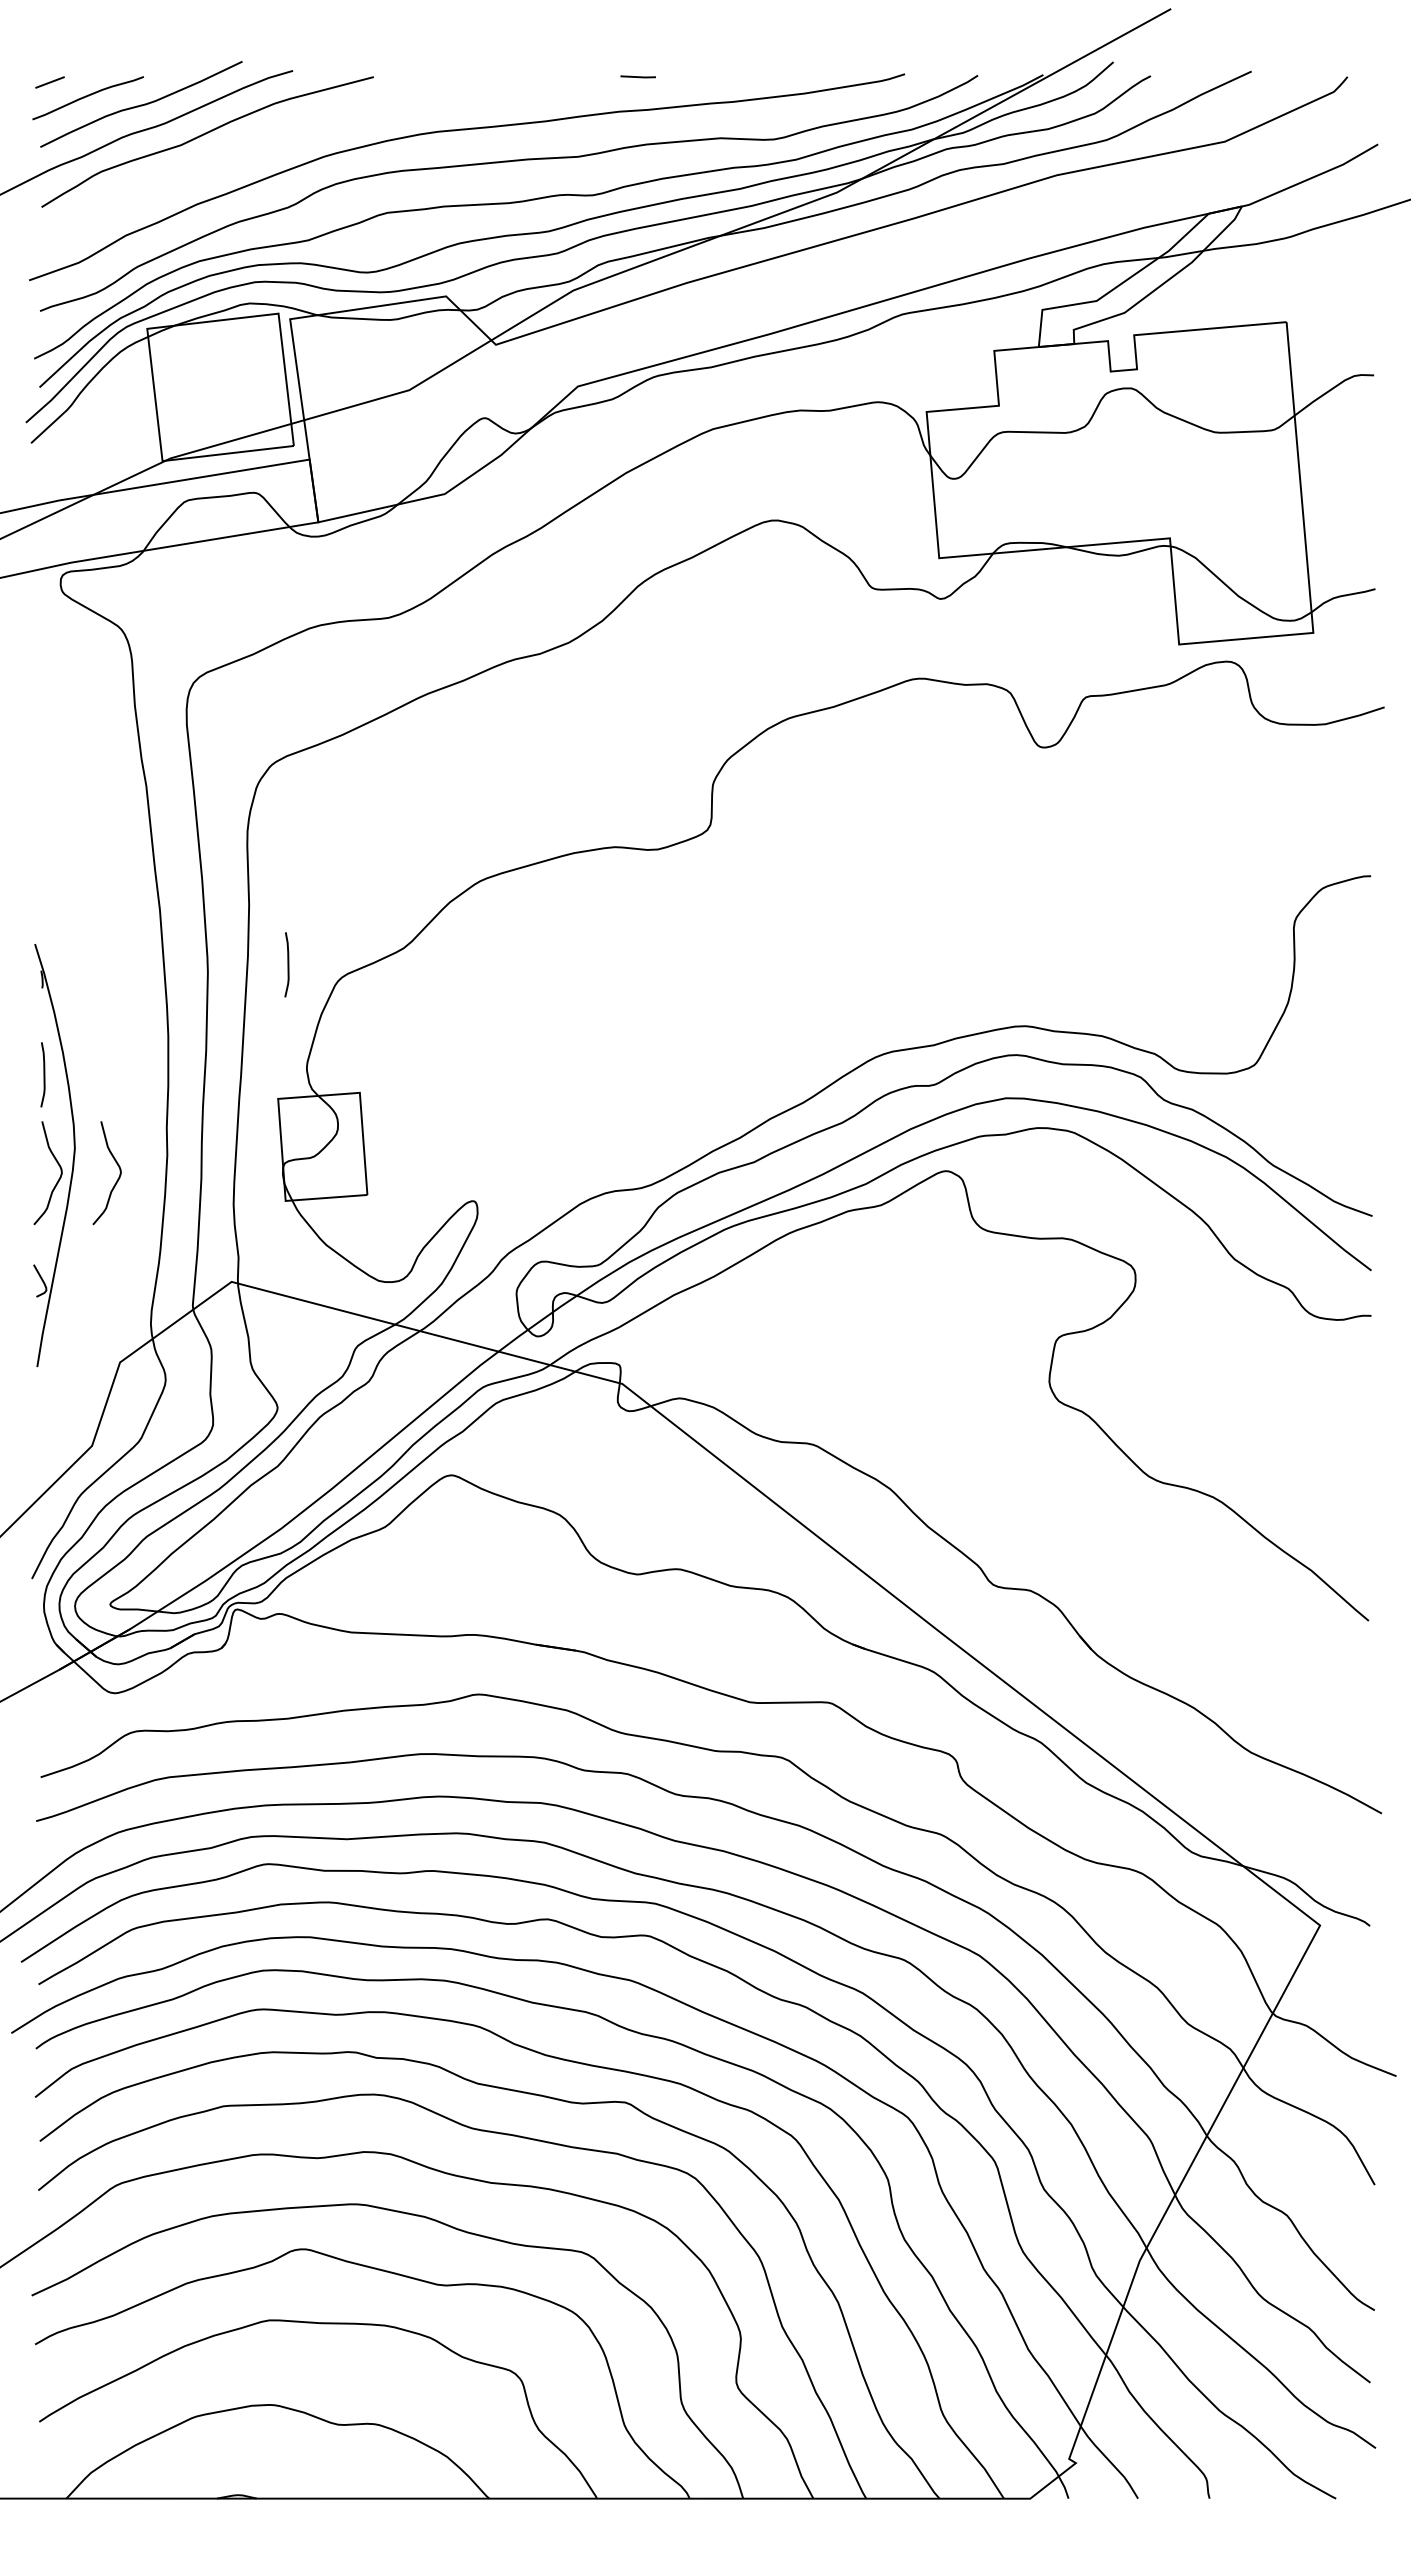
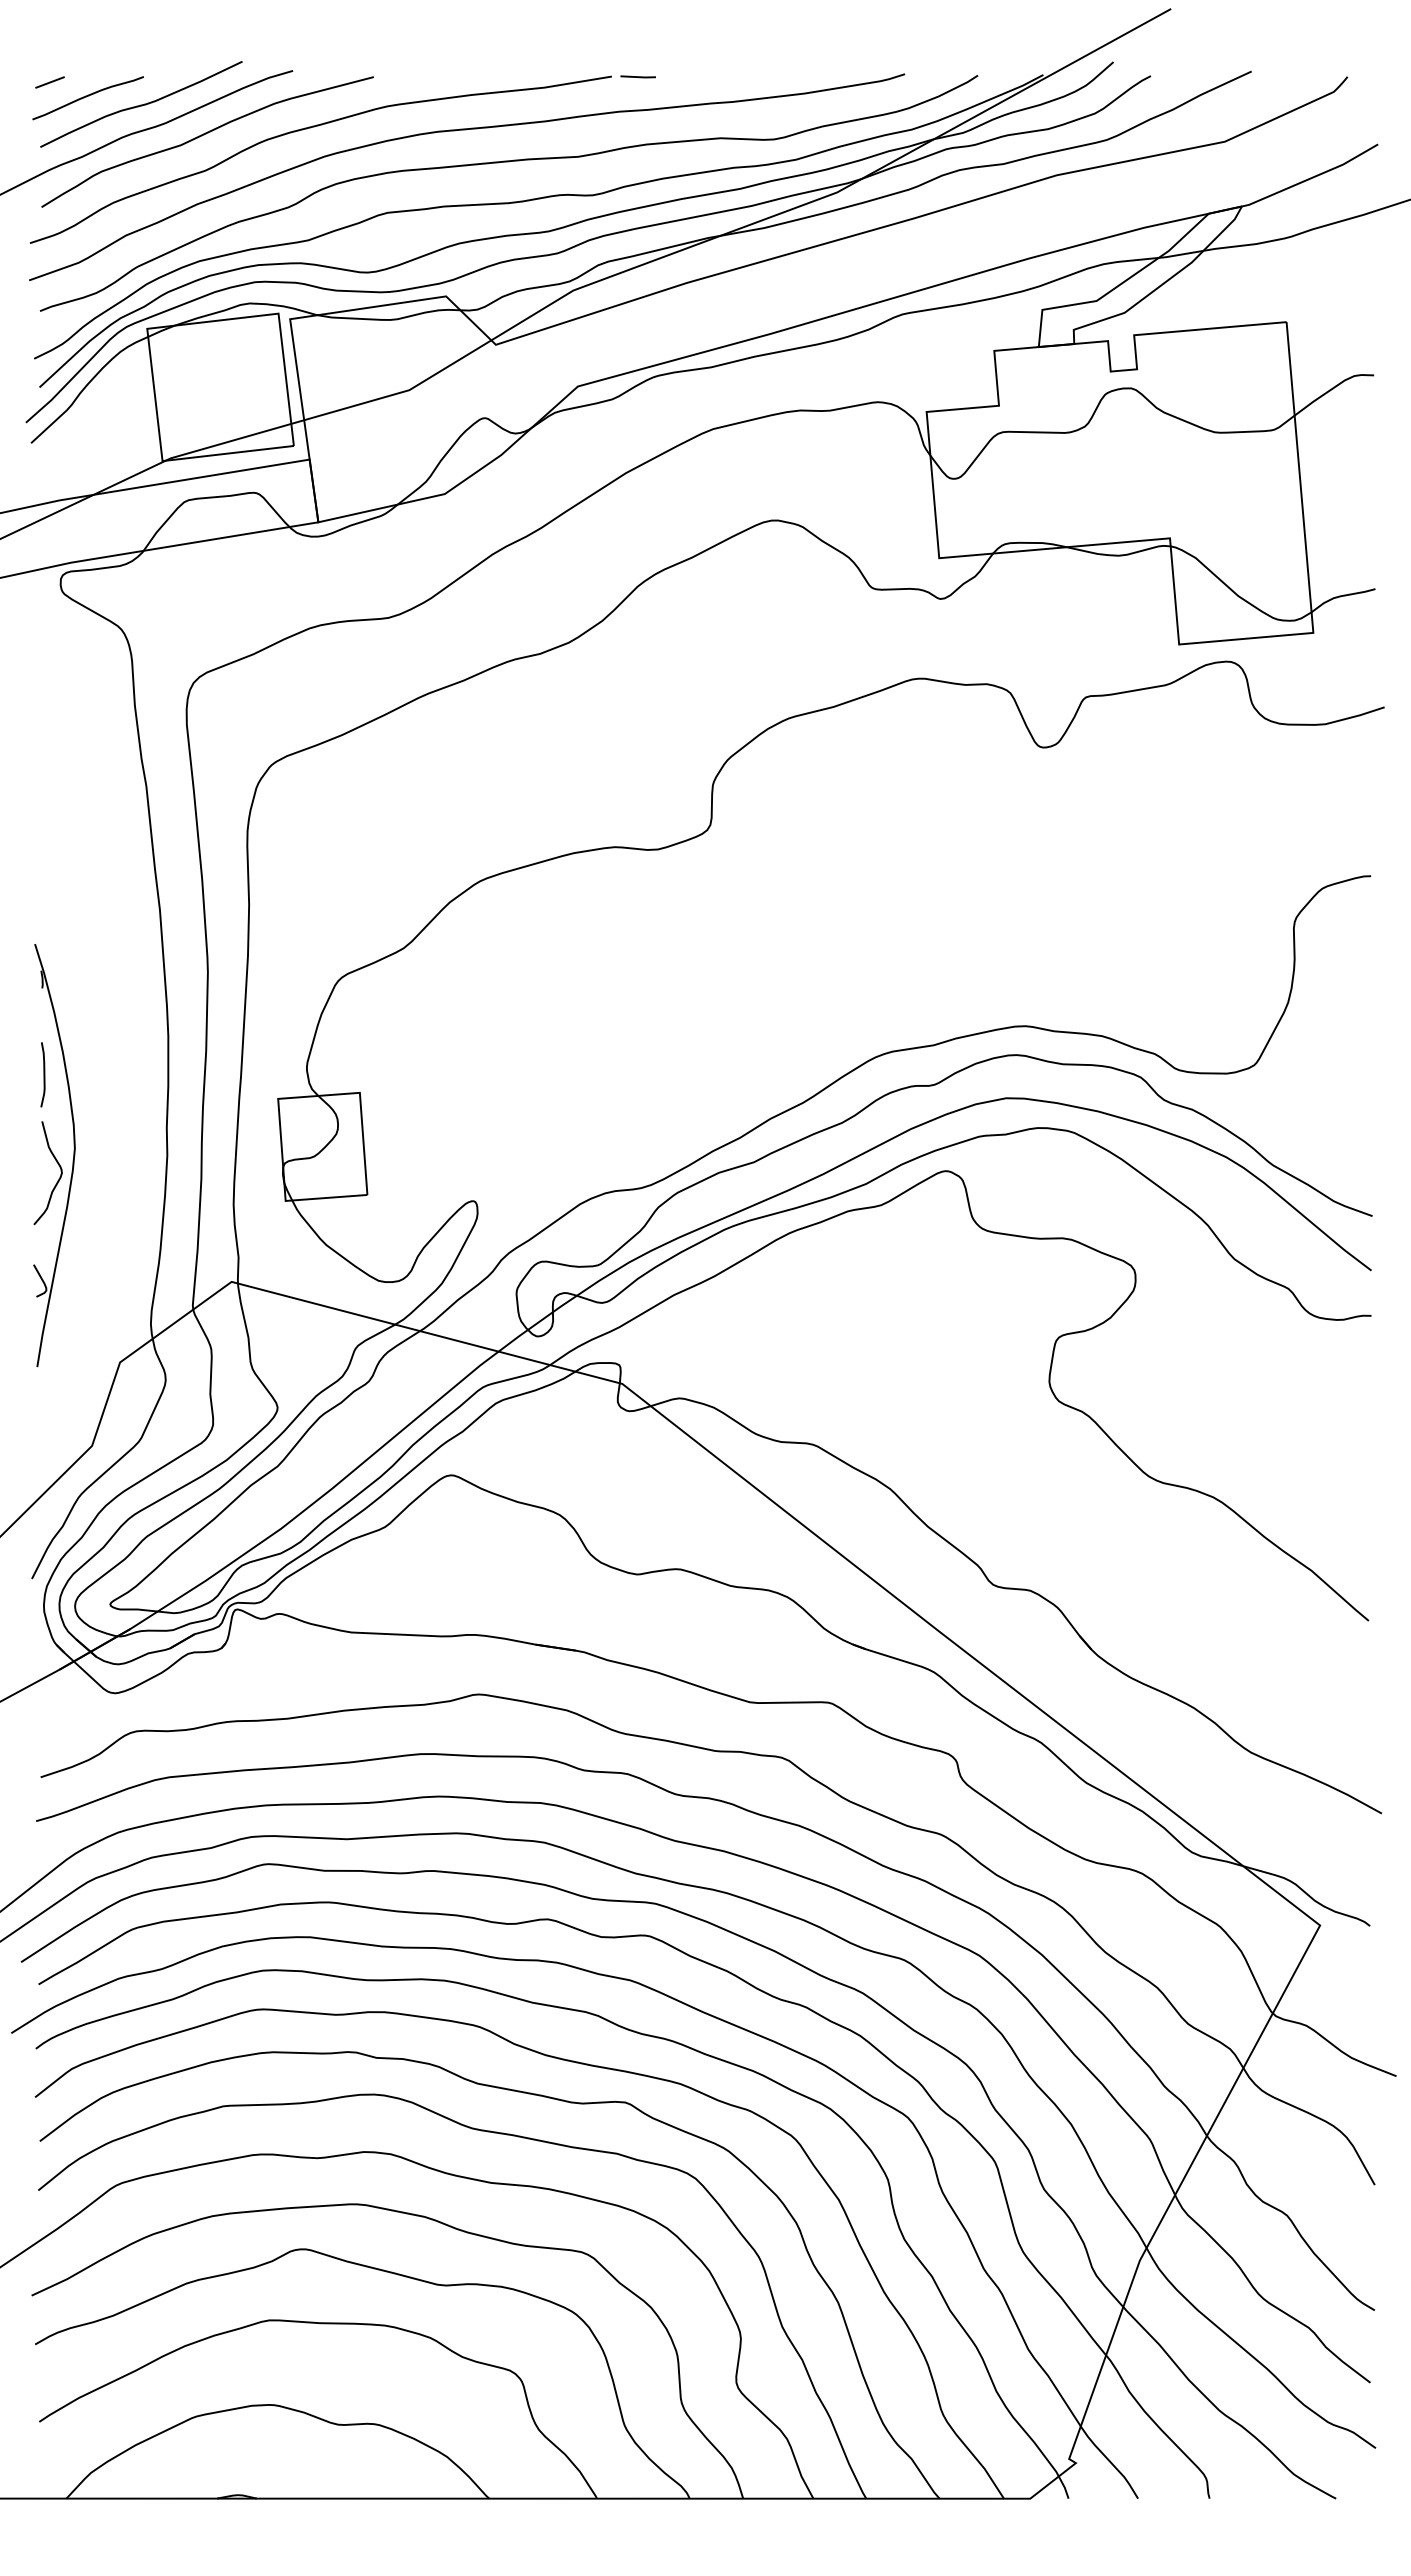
curve at (314, 127): none -> present
curve at (287, 964): present -> none
curve at (117, 1178): present -> none
